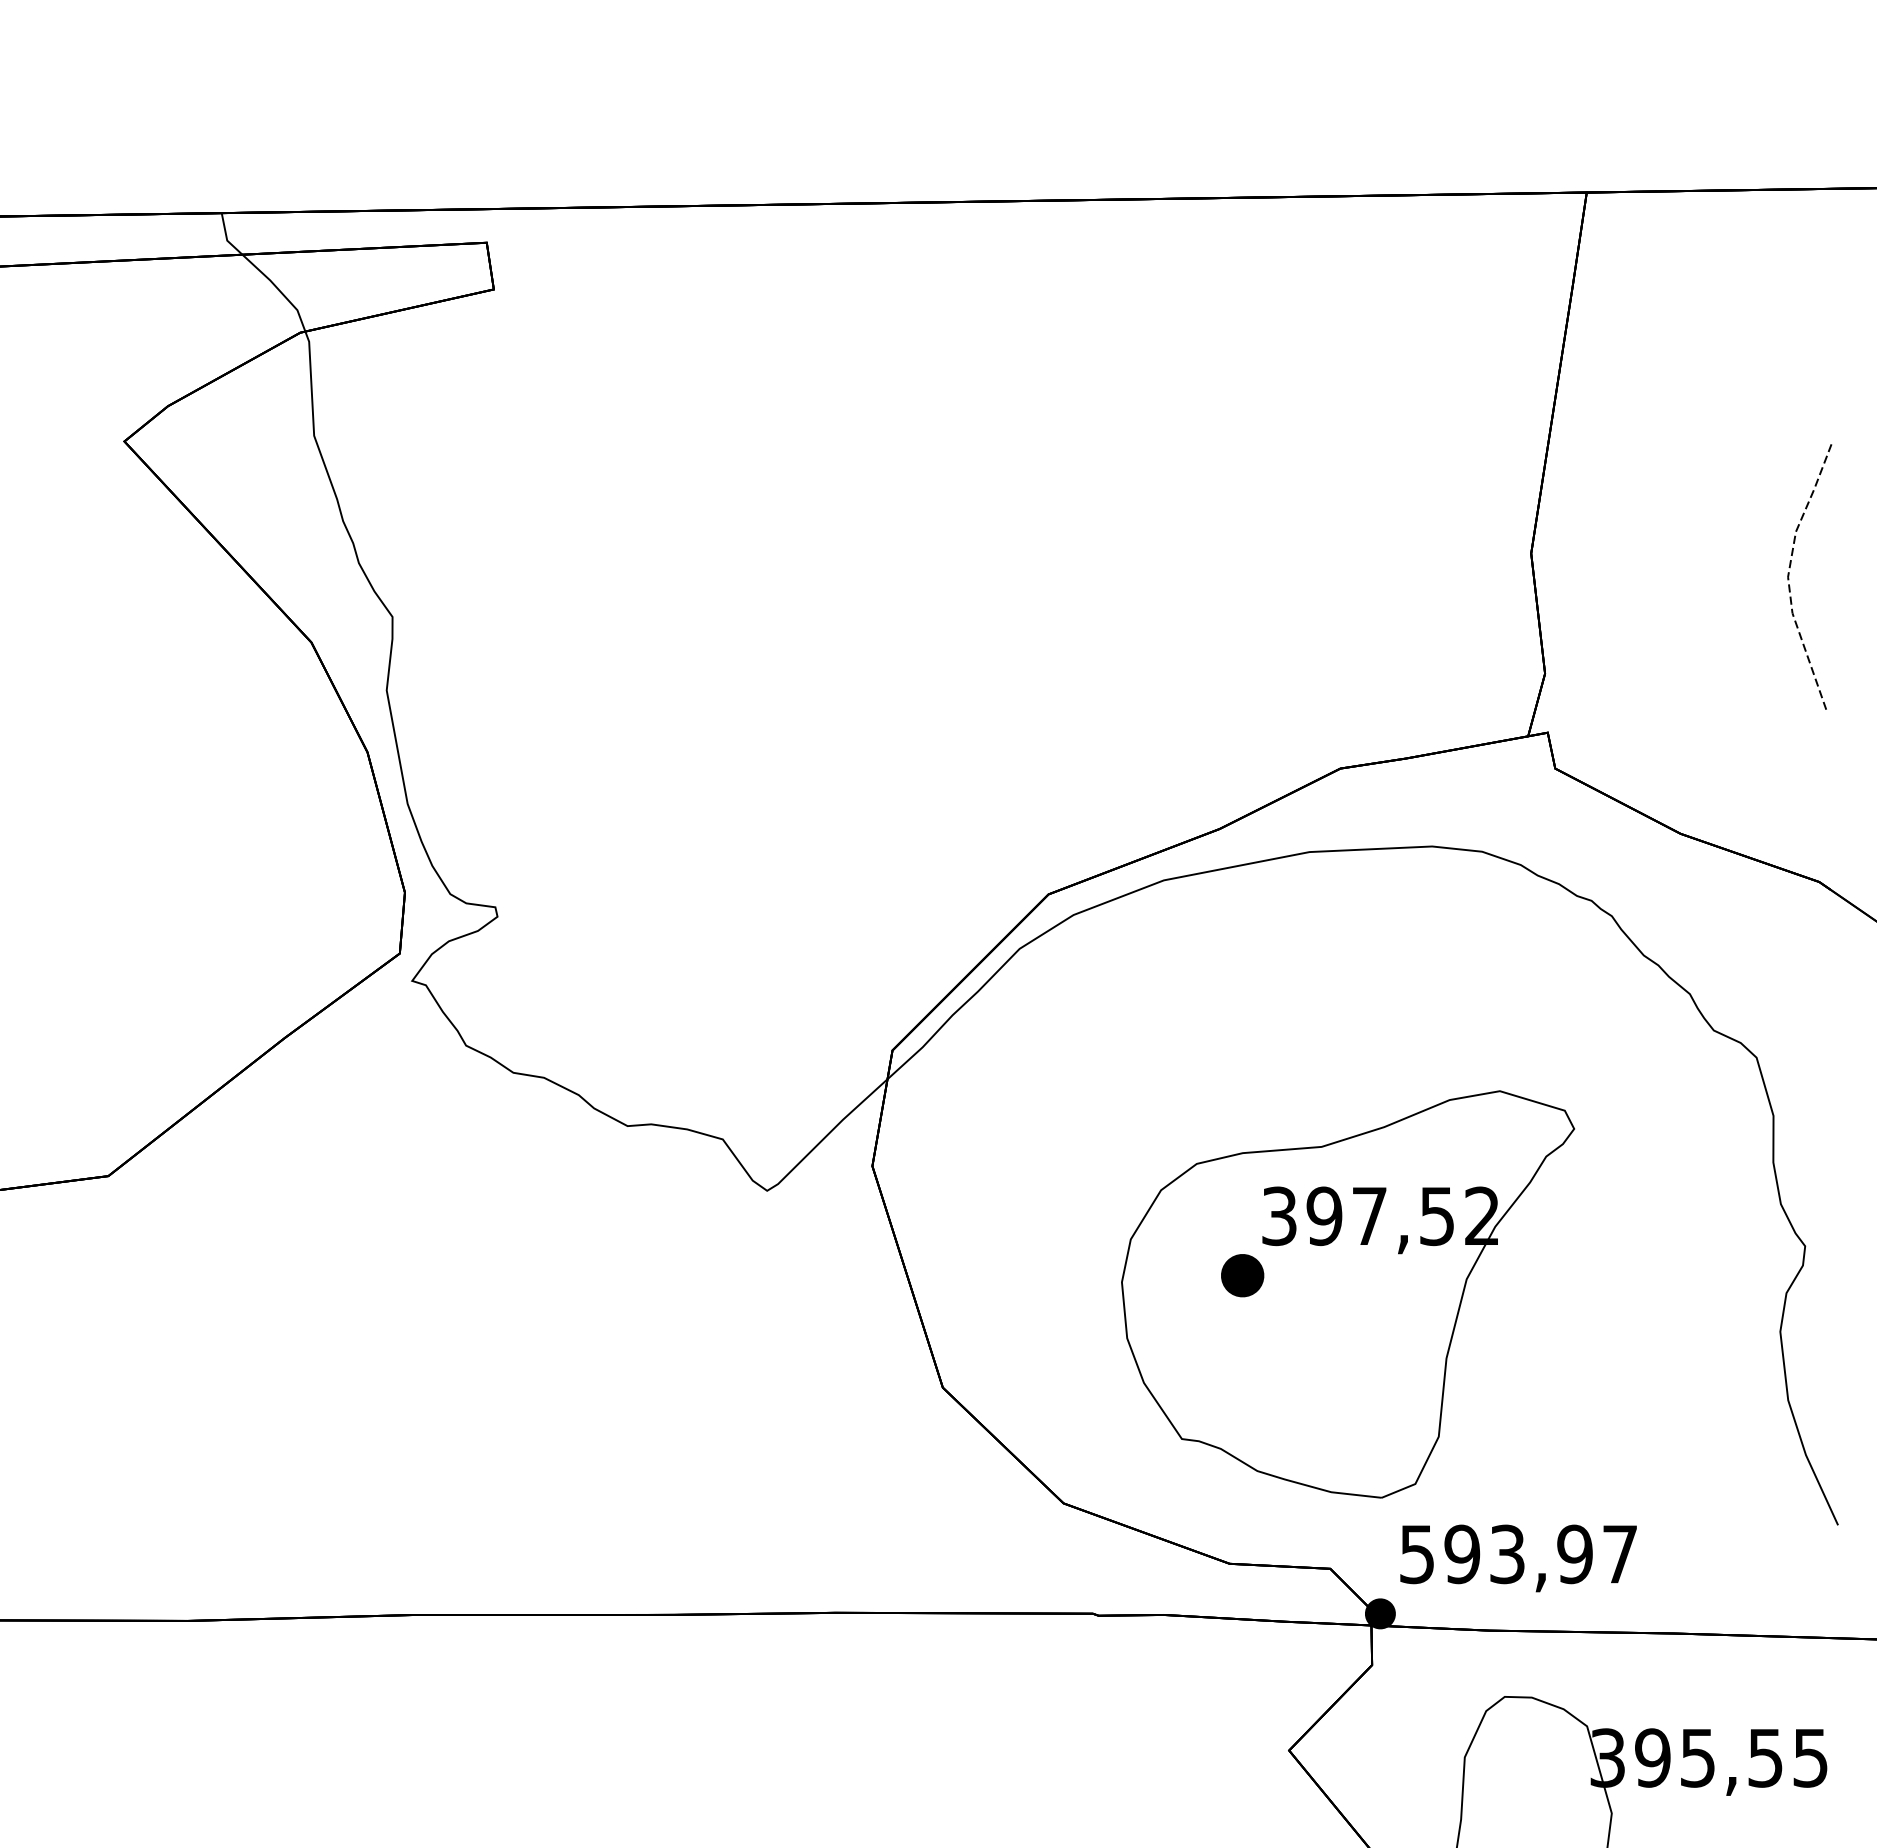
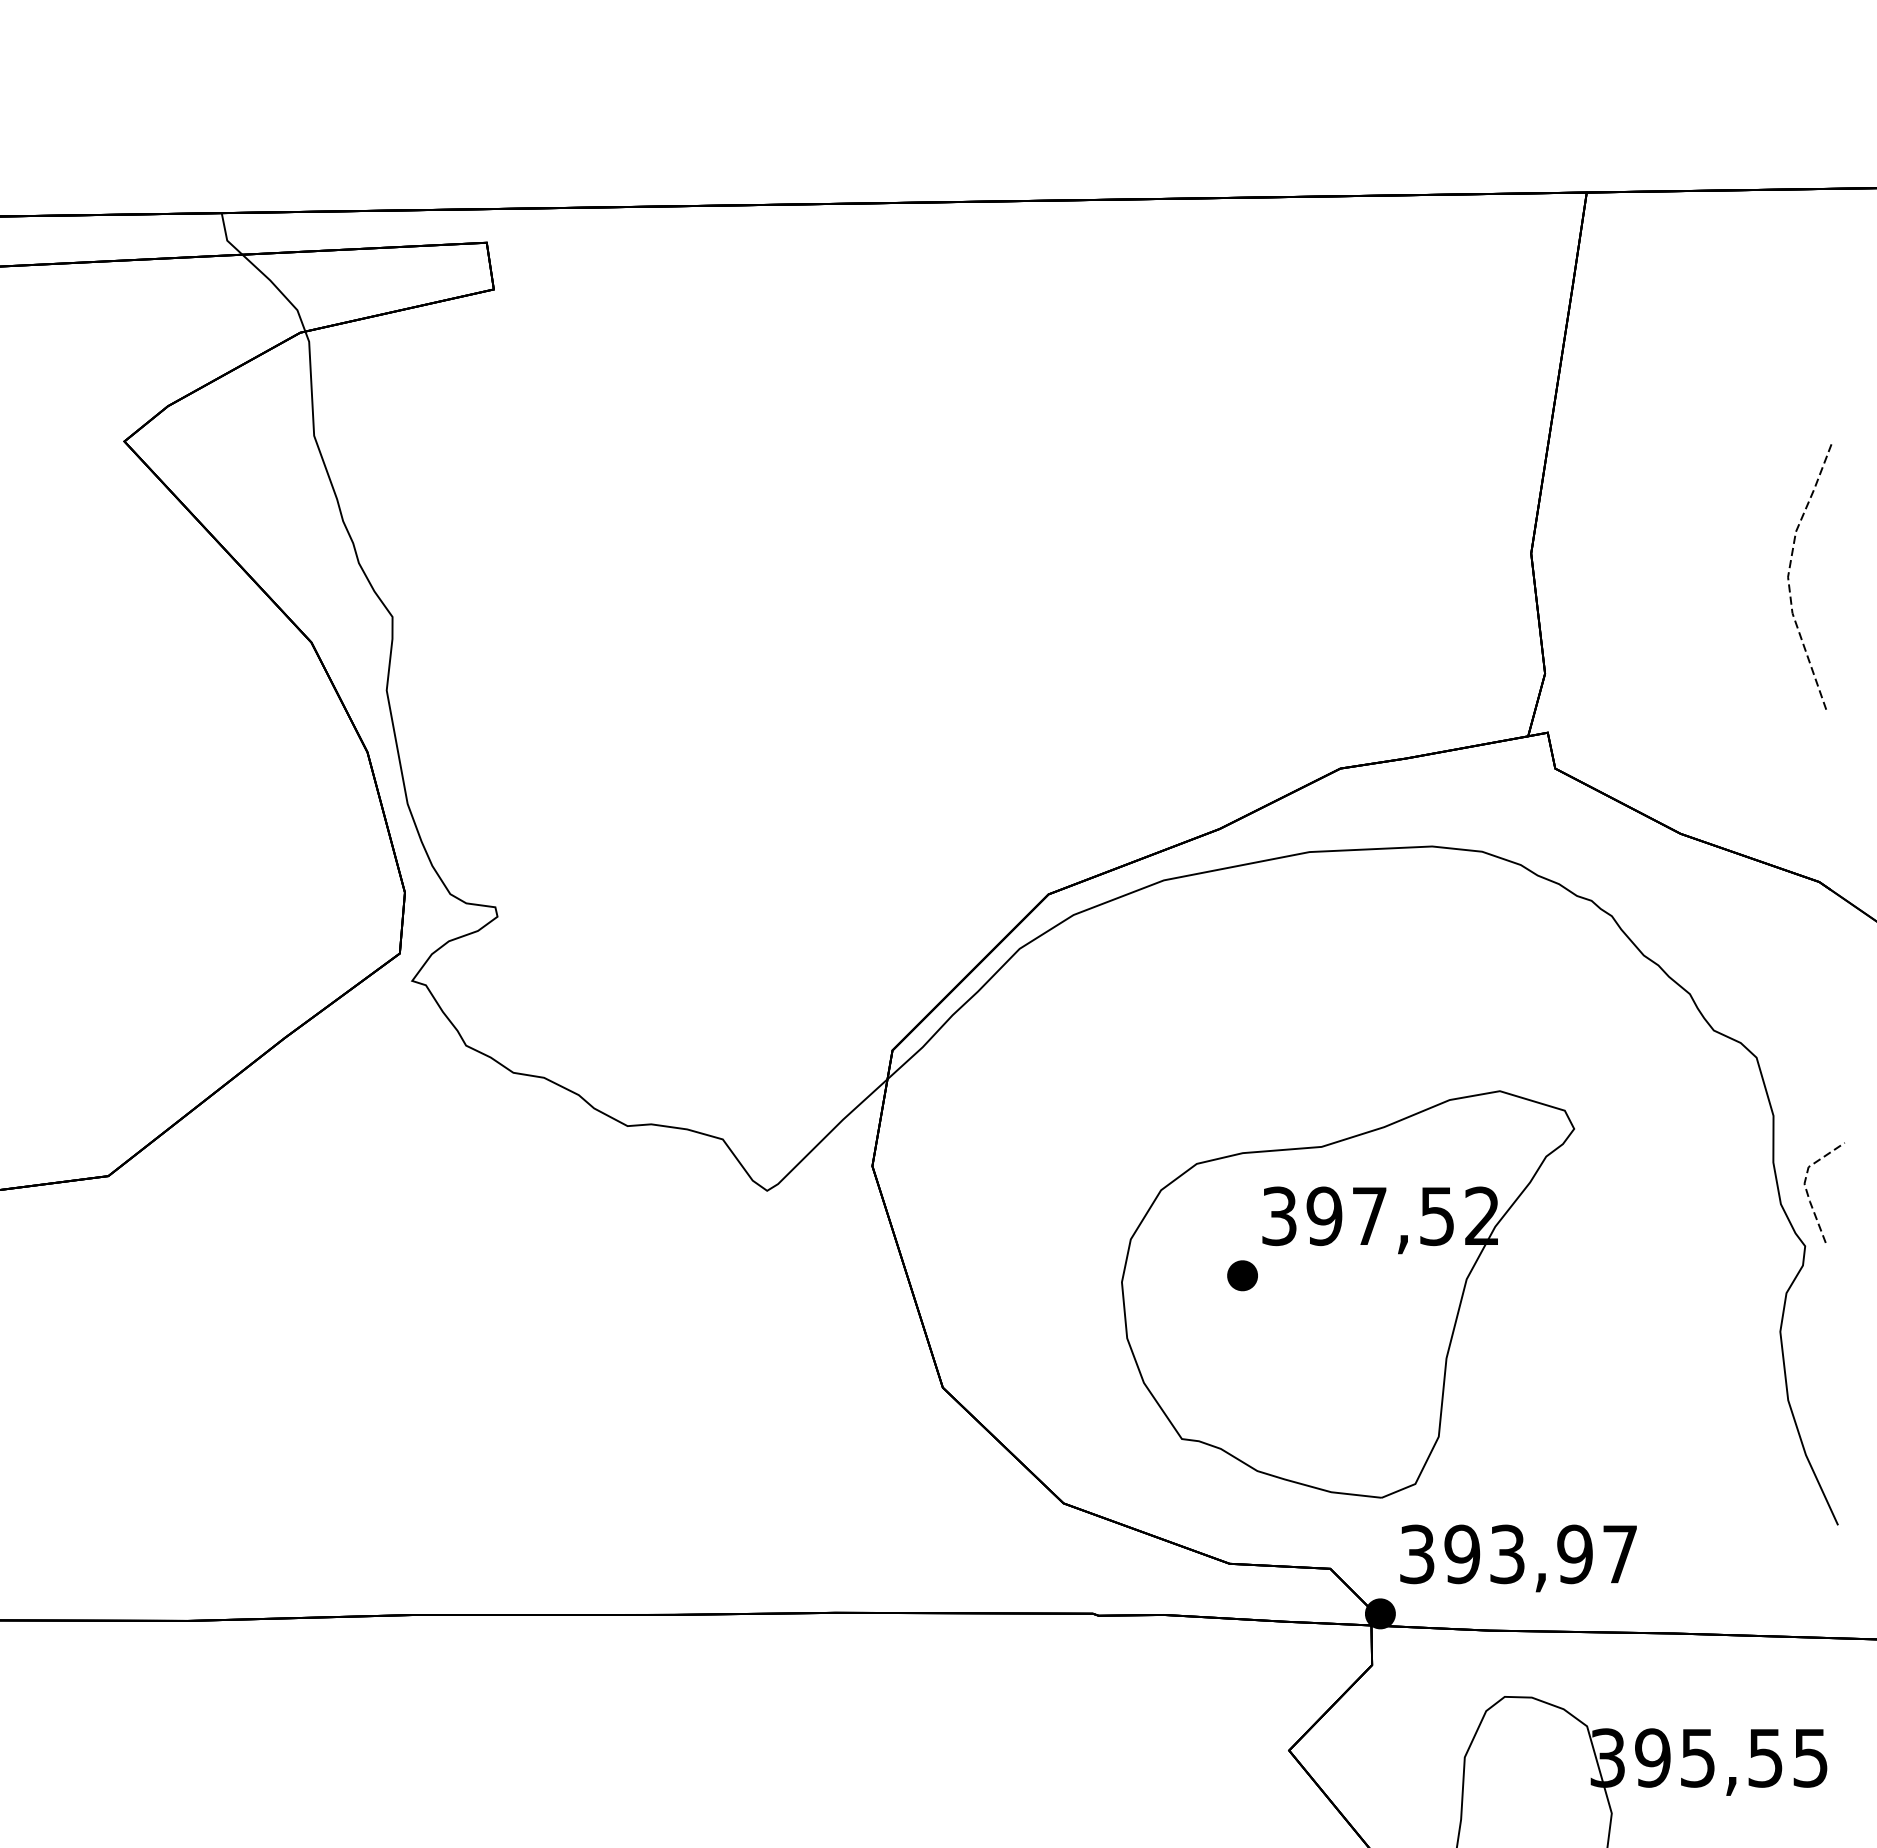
line at (1809, 1196): none -> present
part at (1242, 1275) size: 44x44 px -> 31x32 px
text at (1417, 1553): 593,97 -> 393,97
